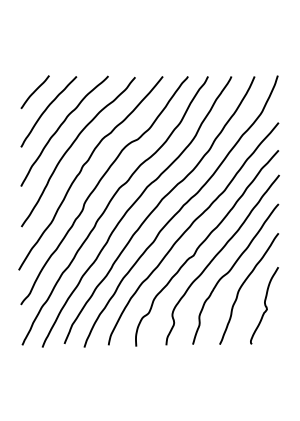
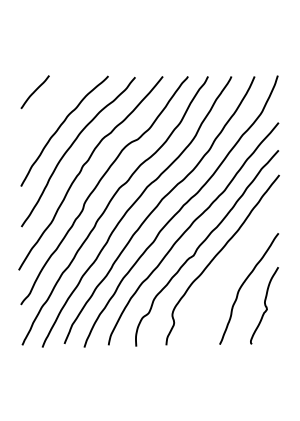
curve at (47, 109): present -> none
curve at (231, 270): present -> none
